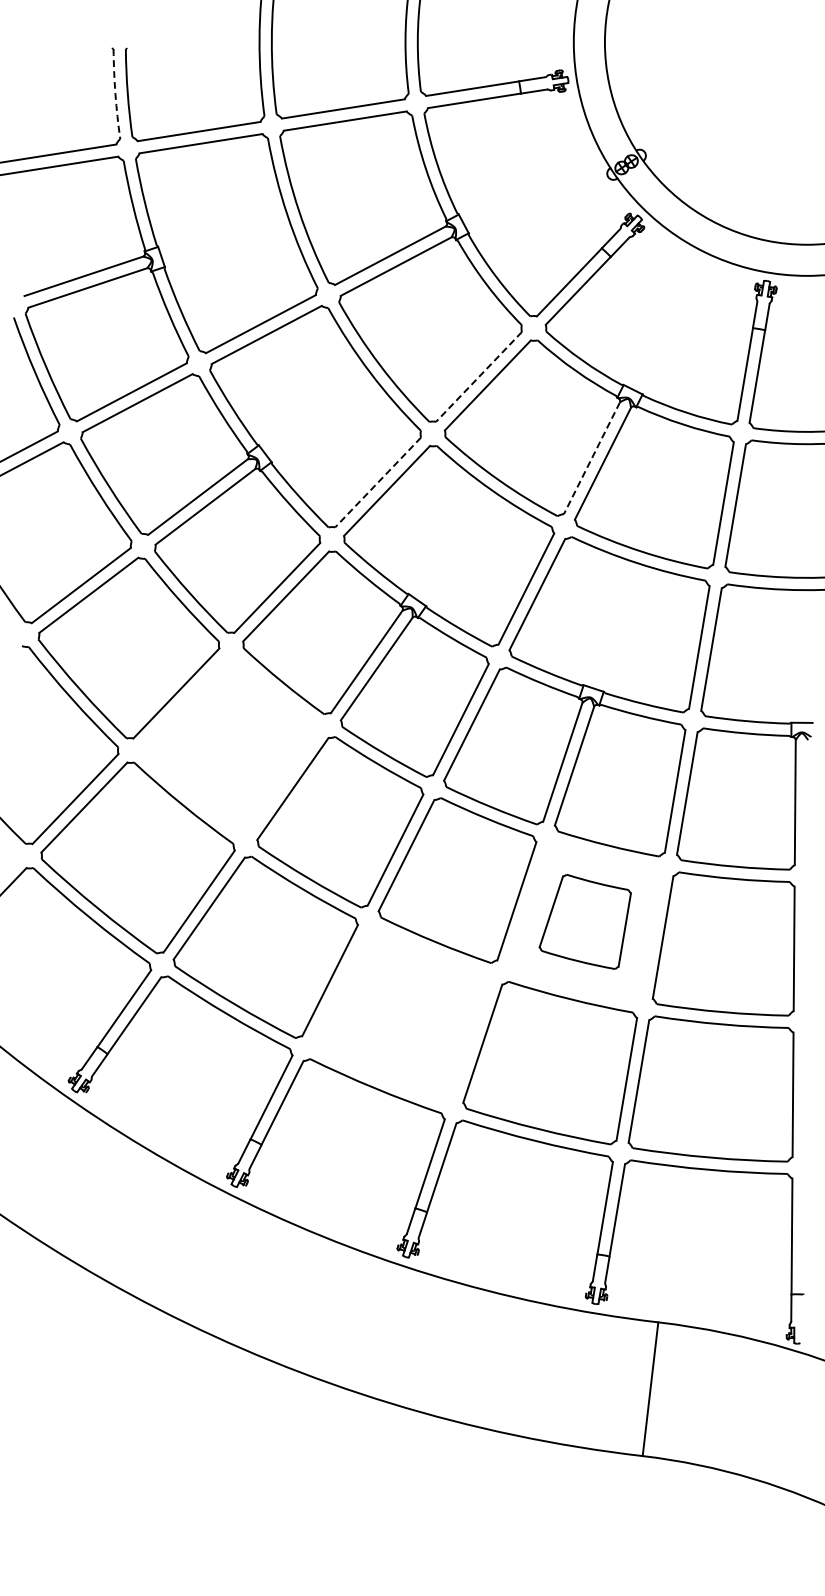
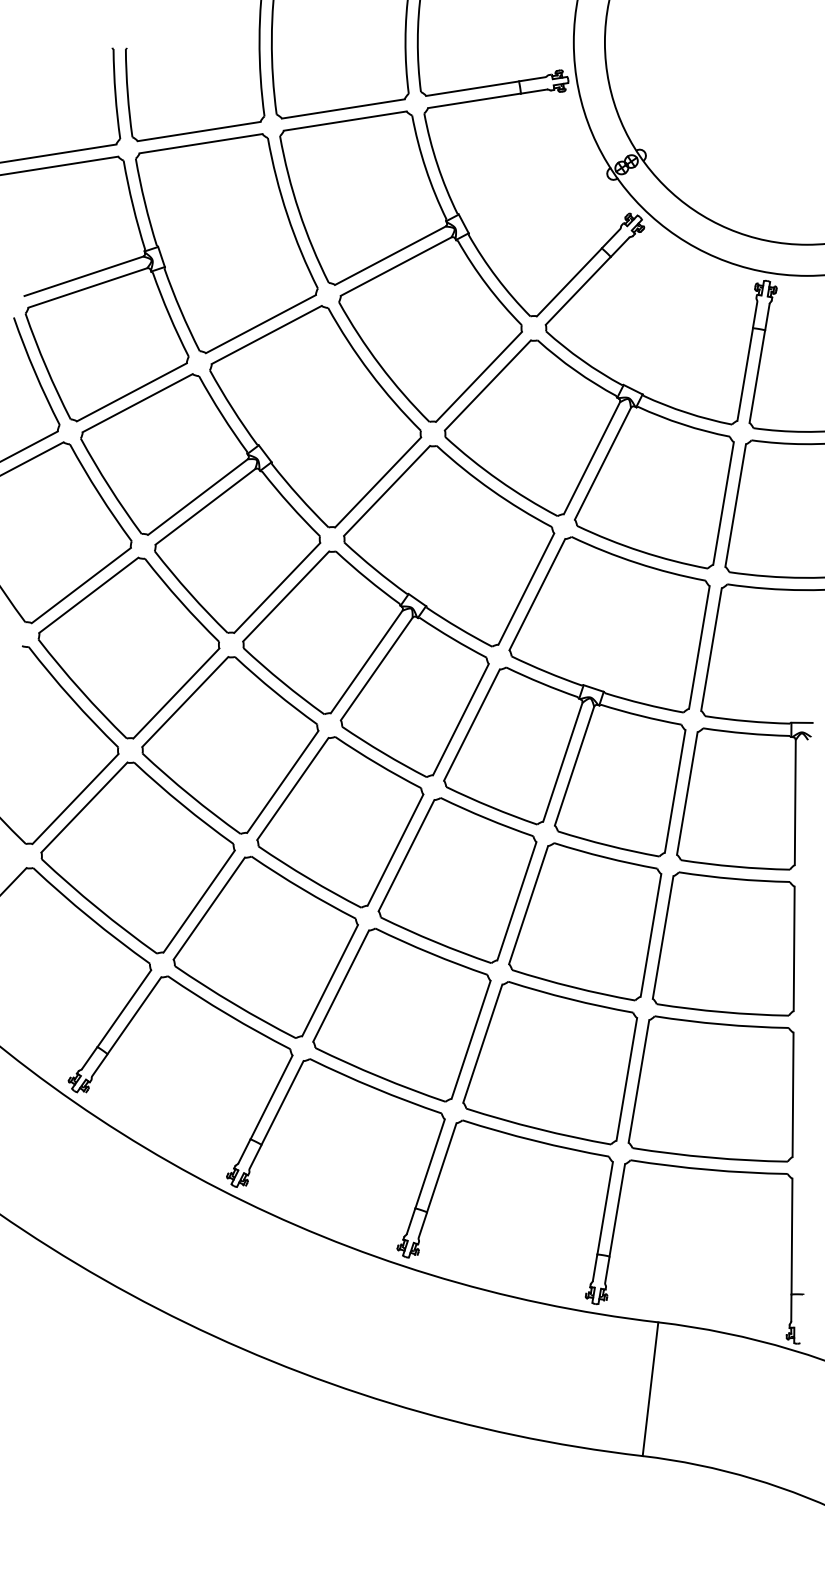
arc at (115, 94): dashed -> solid
line at (478, 377): dashed -> solid
line at (591, 458): dashed -> solid
line at (377, 482): dashed -> solid
part at (230, 745): none -> present
part at (584, 921) size: 94x96 px -> 155x160 px
part at (401, 1014): none -> present
